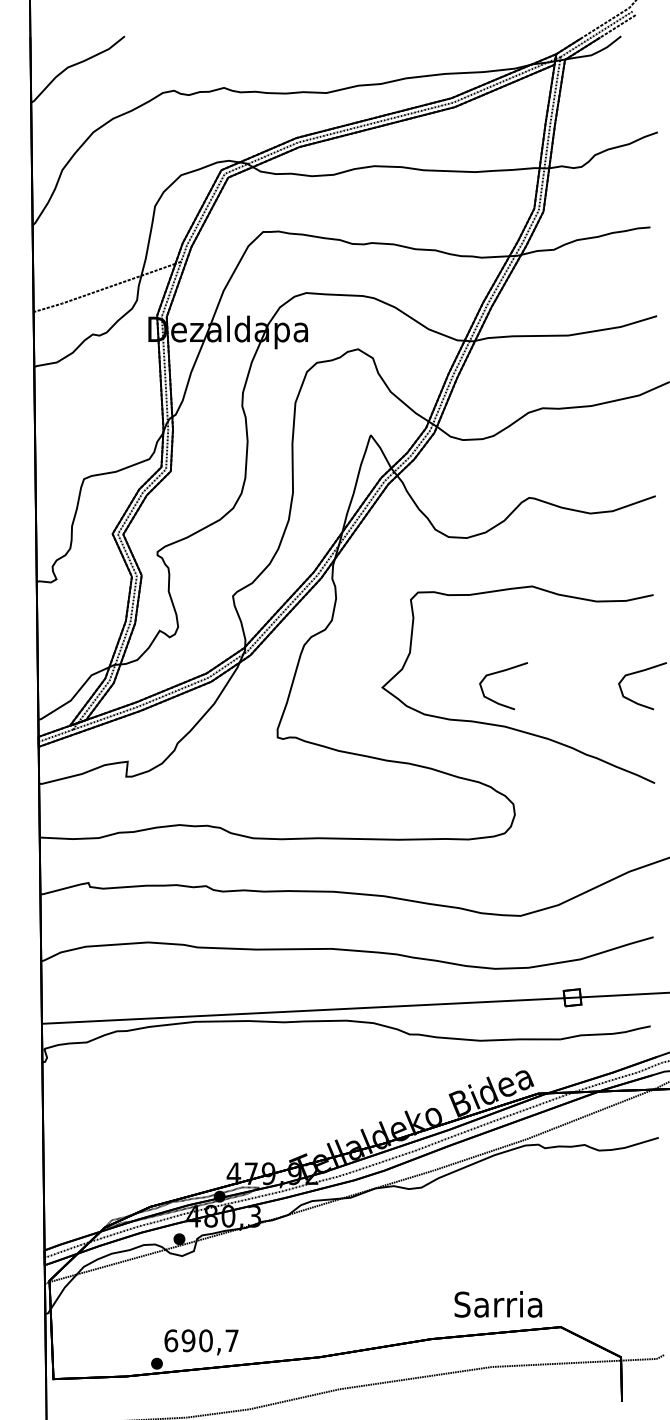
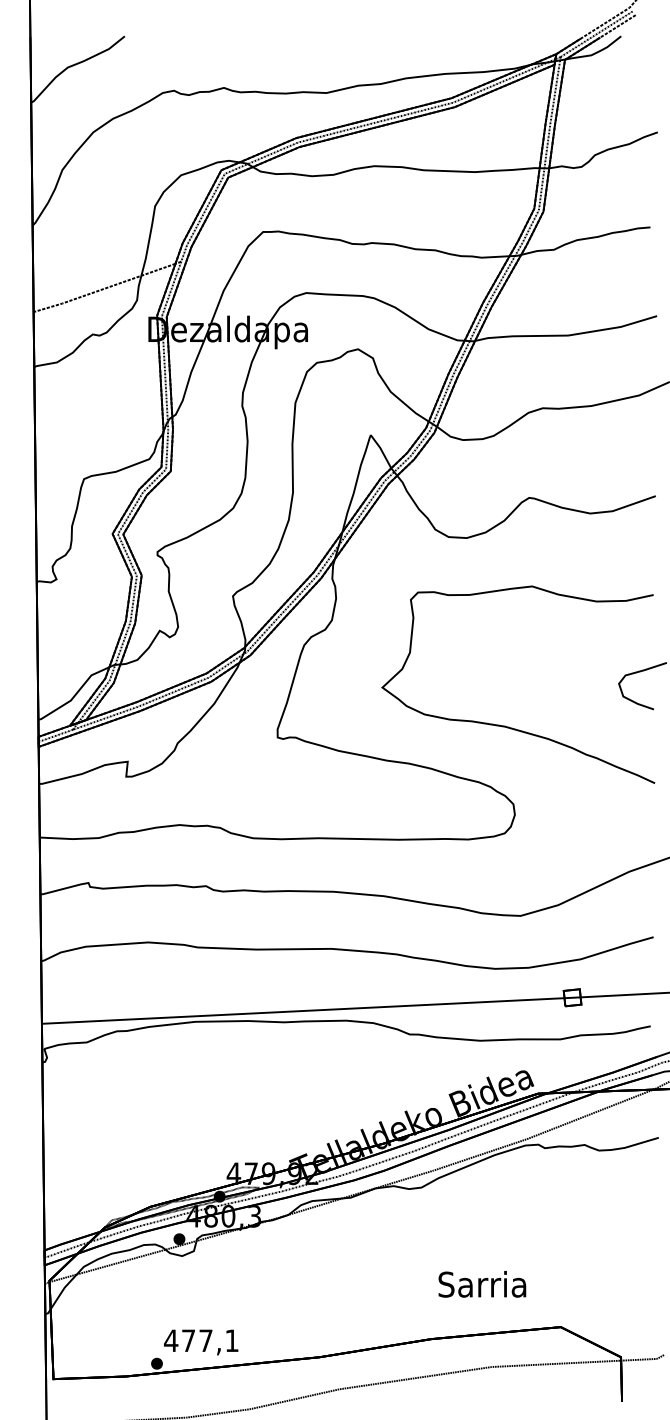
curve at (498, 673): present -> none
text at (498, 1304) position: (498, 1304) -> (482, 1284)
text at (201, 1340): 690,7 -> 477,1
